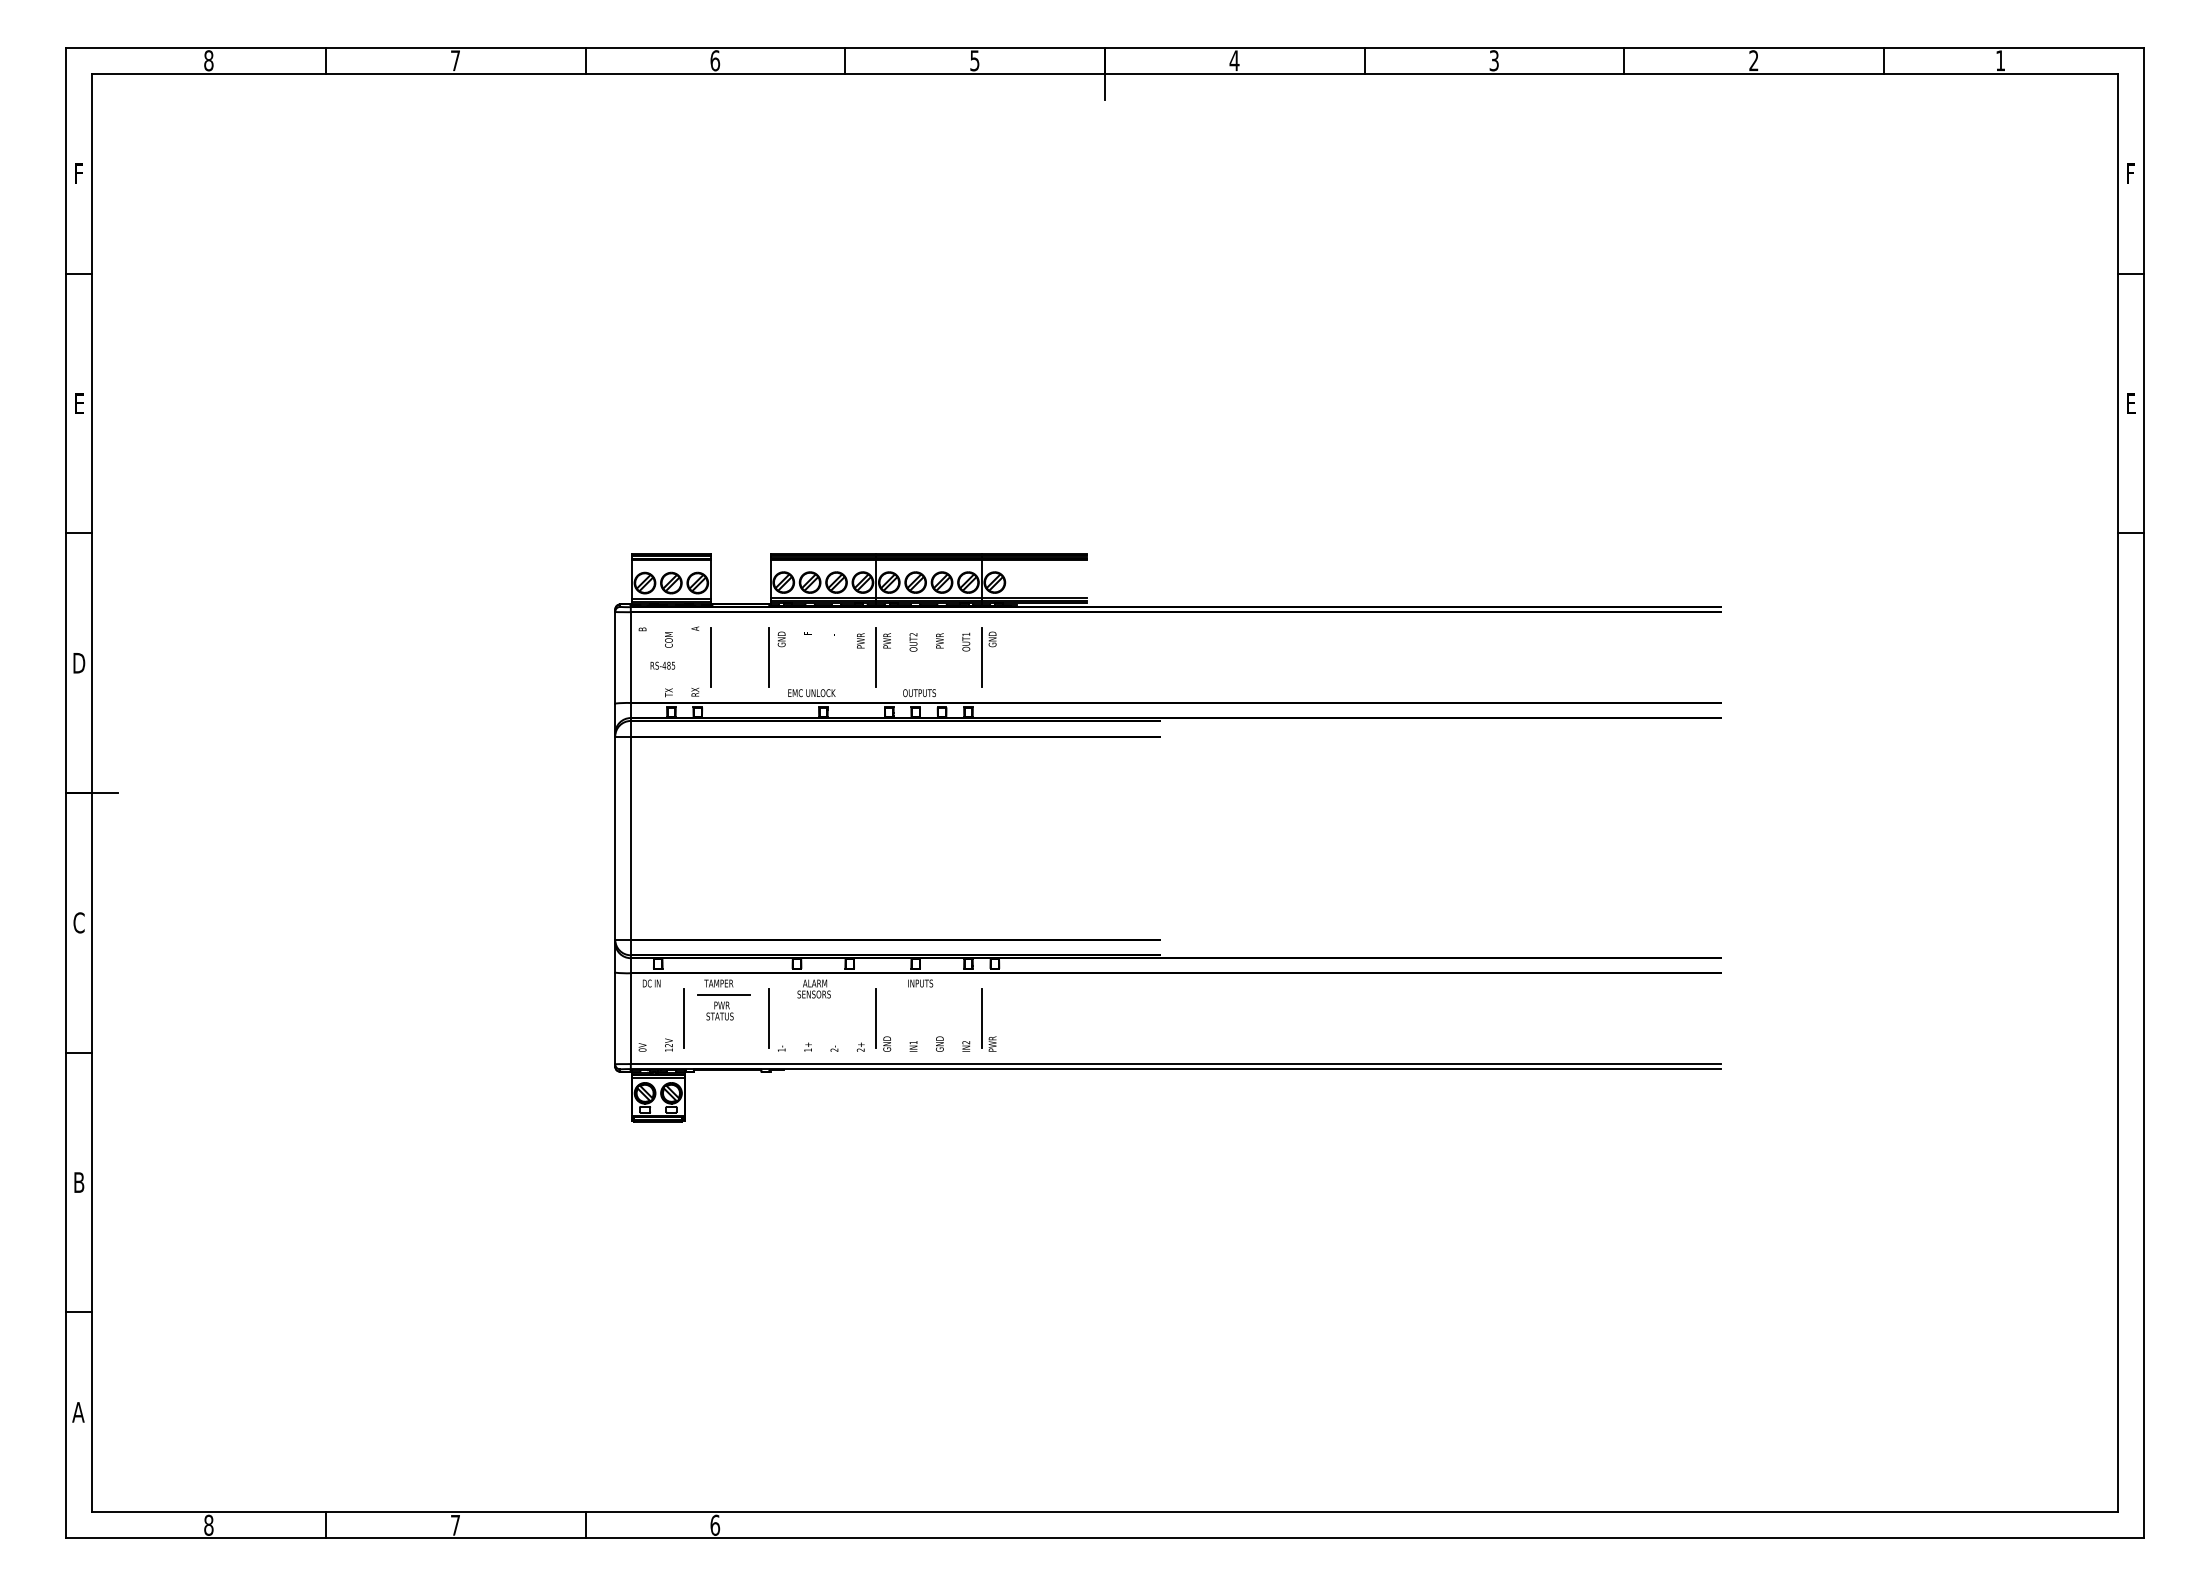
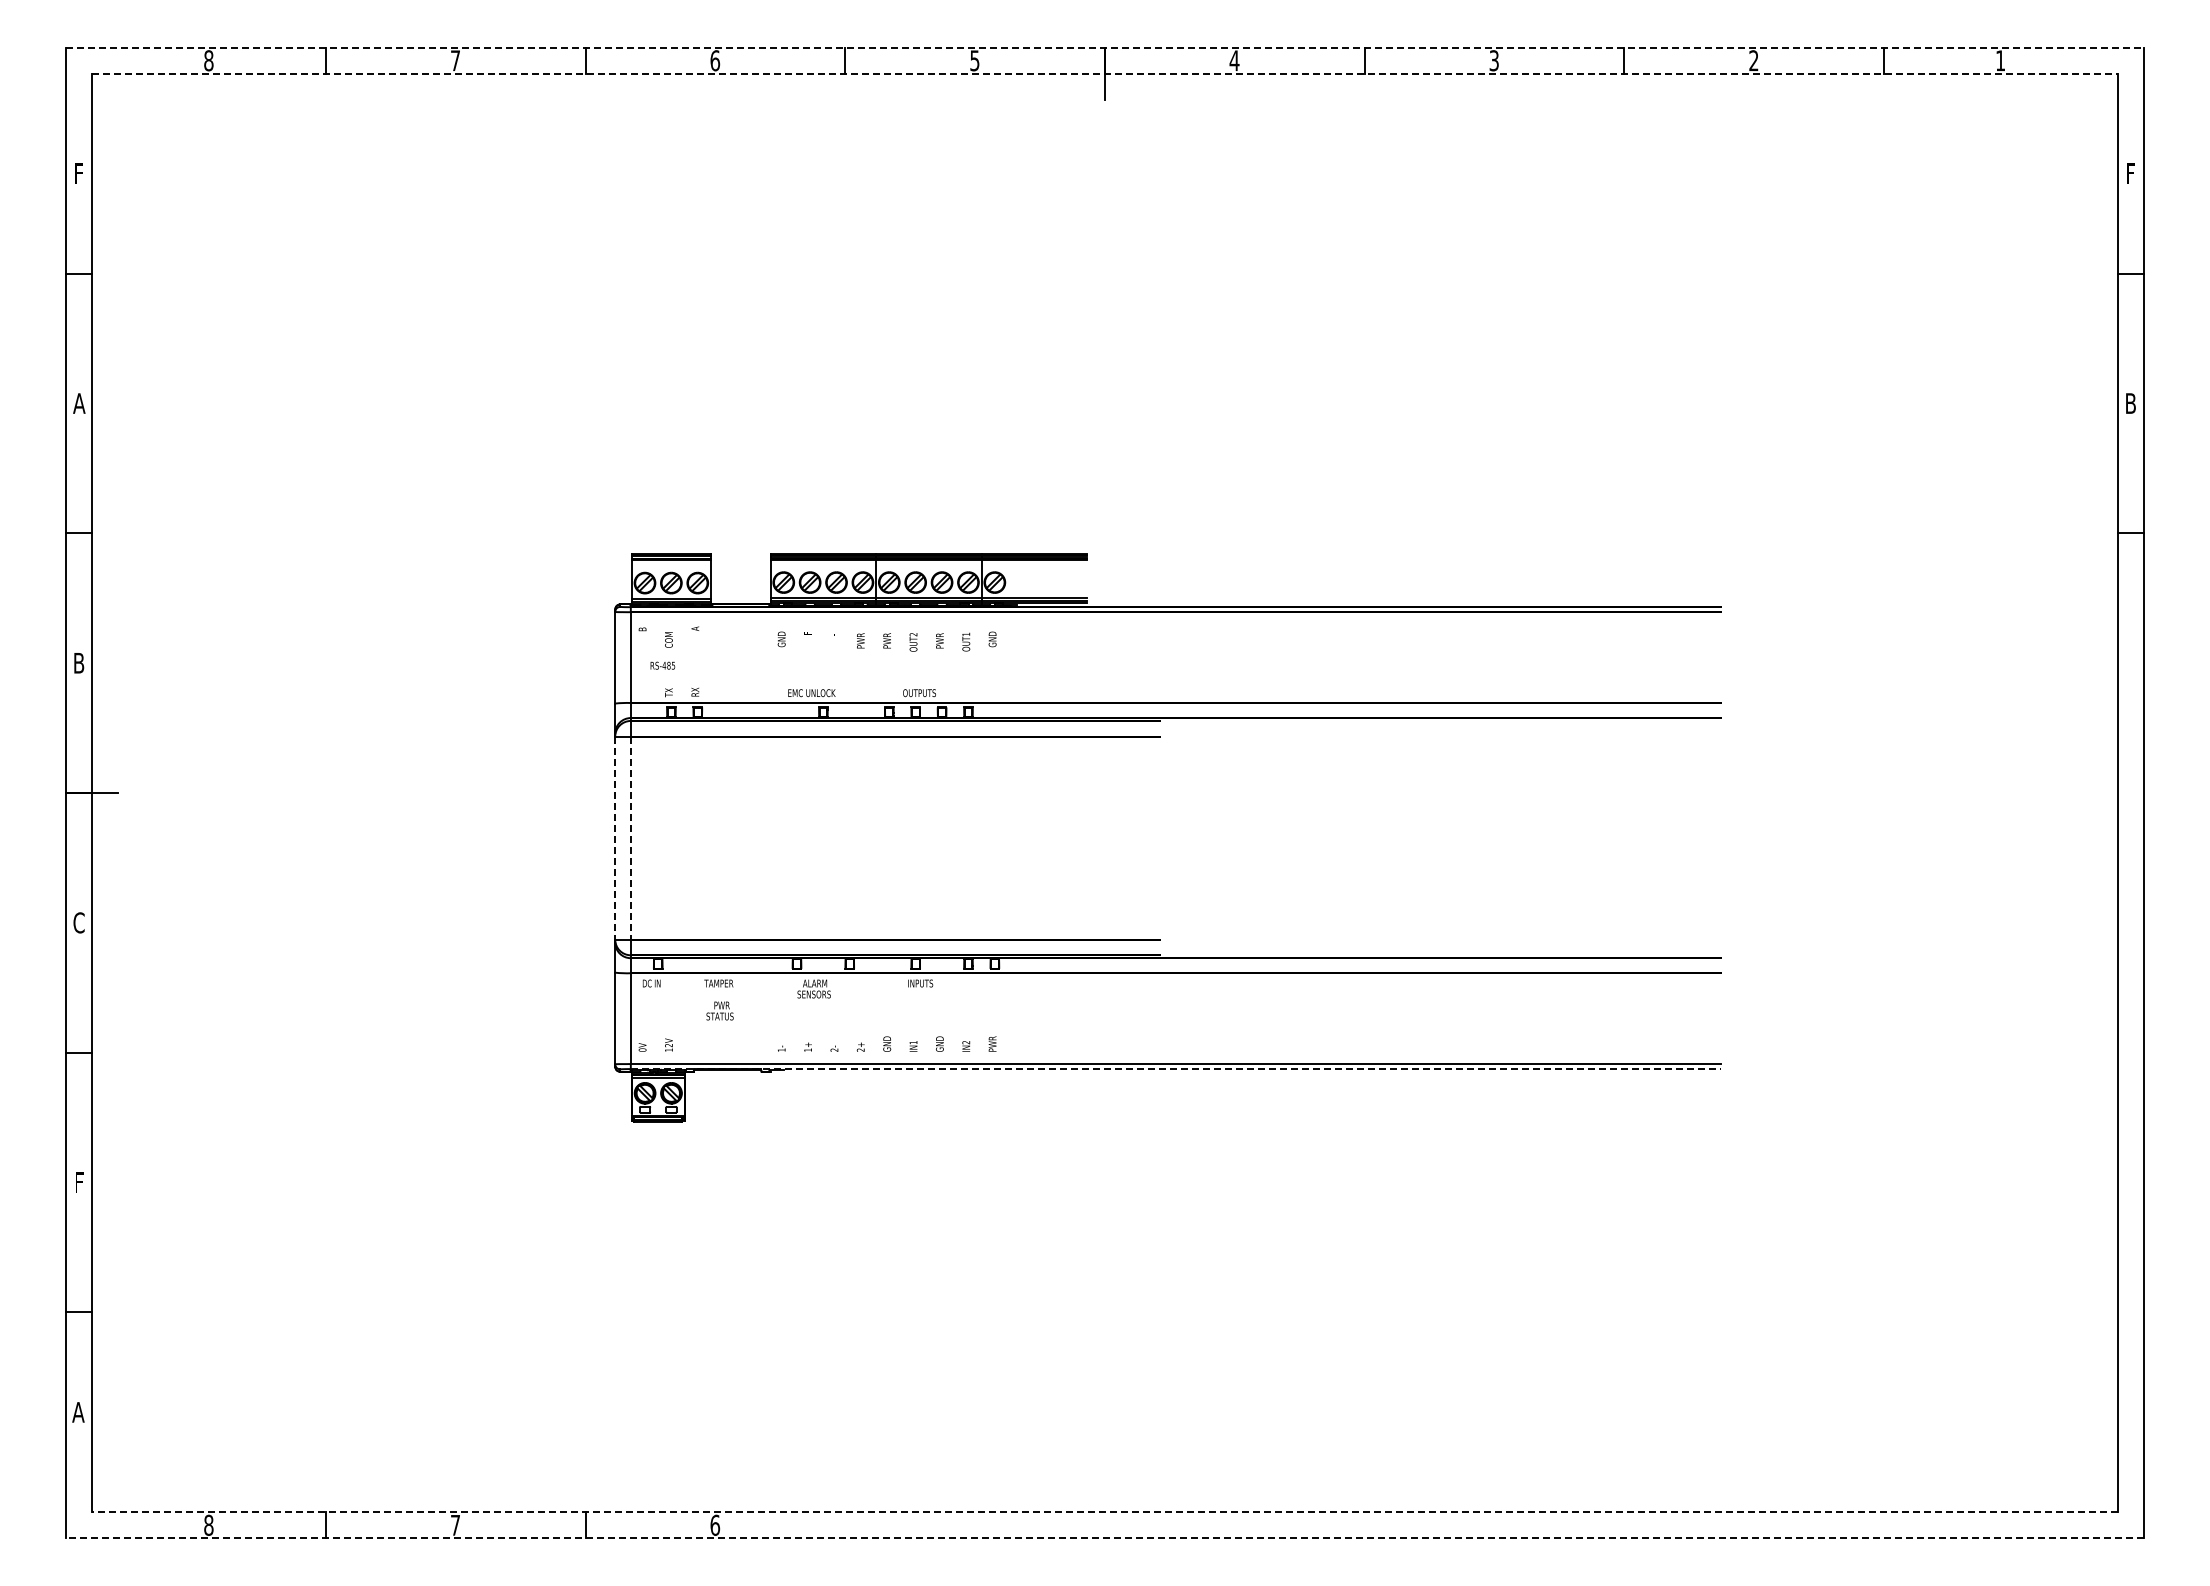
line at (1105, 47): solid -> dashed
line at (1105, 73): solid -> dashed
text at (79, 403): E -> A
text at (2130, 403): E -> B
line at (710, 657): present -> none
line at (768, 657): present -> none
line at (876, 657): present -> none
line at (982, 657): present -> none
text at (79, 663): D -> B
line at (615, 838): solid -> dashed
line at (630, 838): solid -> dashed
line at (723, 995): present -> none
line at (684, 1018): present -> none
line at (768, 1018): present -> none
line at (876, 1018): present -> none
line at (982, 1018): present -> none
line at (1176, 1069): solid -> dashed
text at (79, 1182): B -> F
line at (1105, 1512): solid -> dashed
line at (1104, 1538): solid -> dashed
